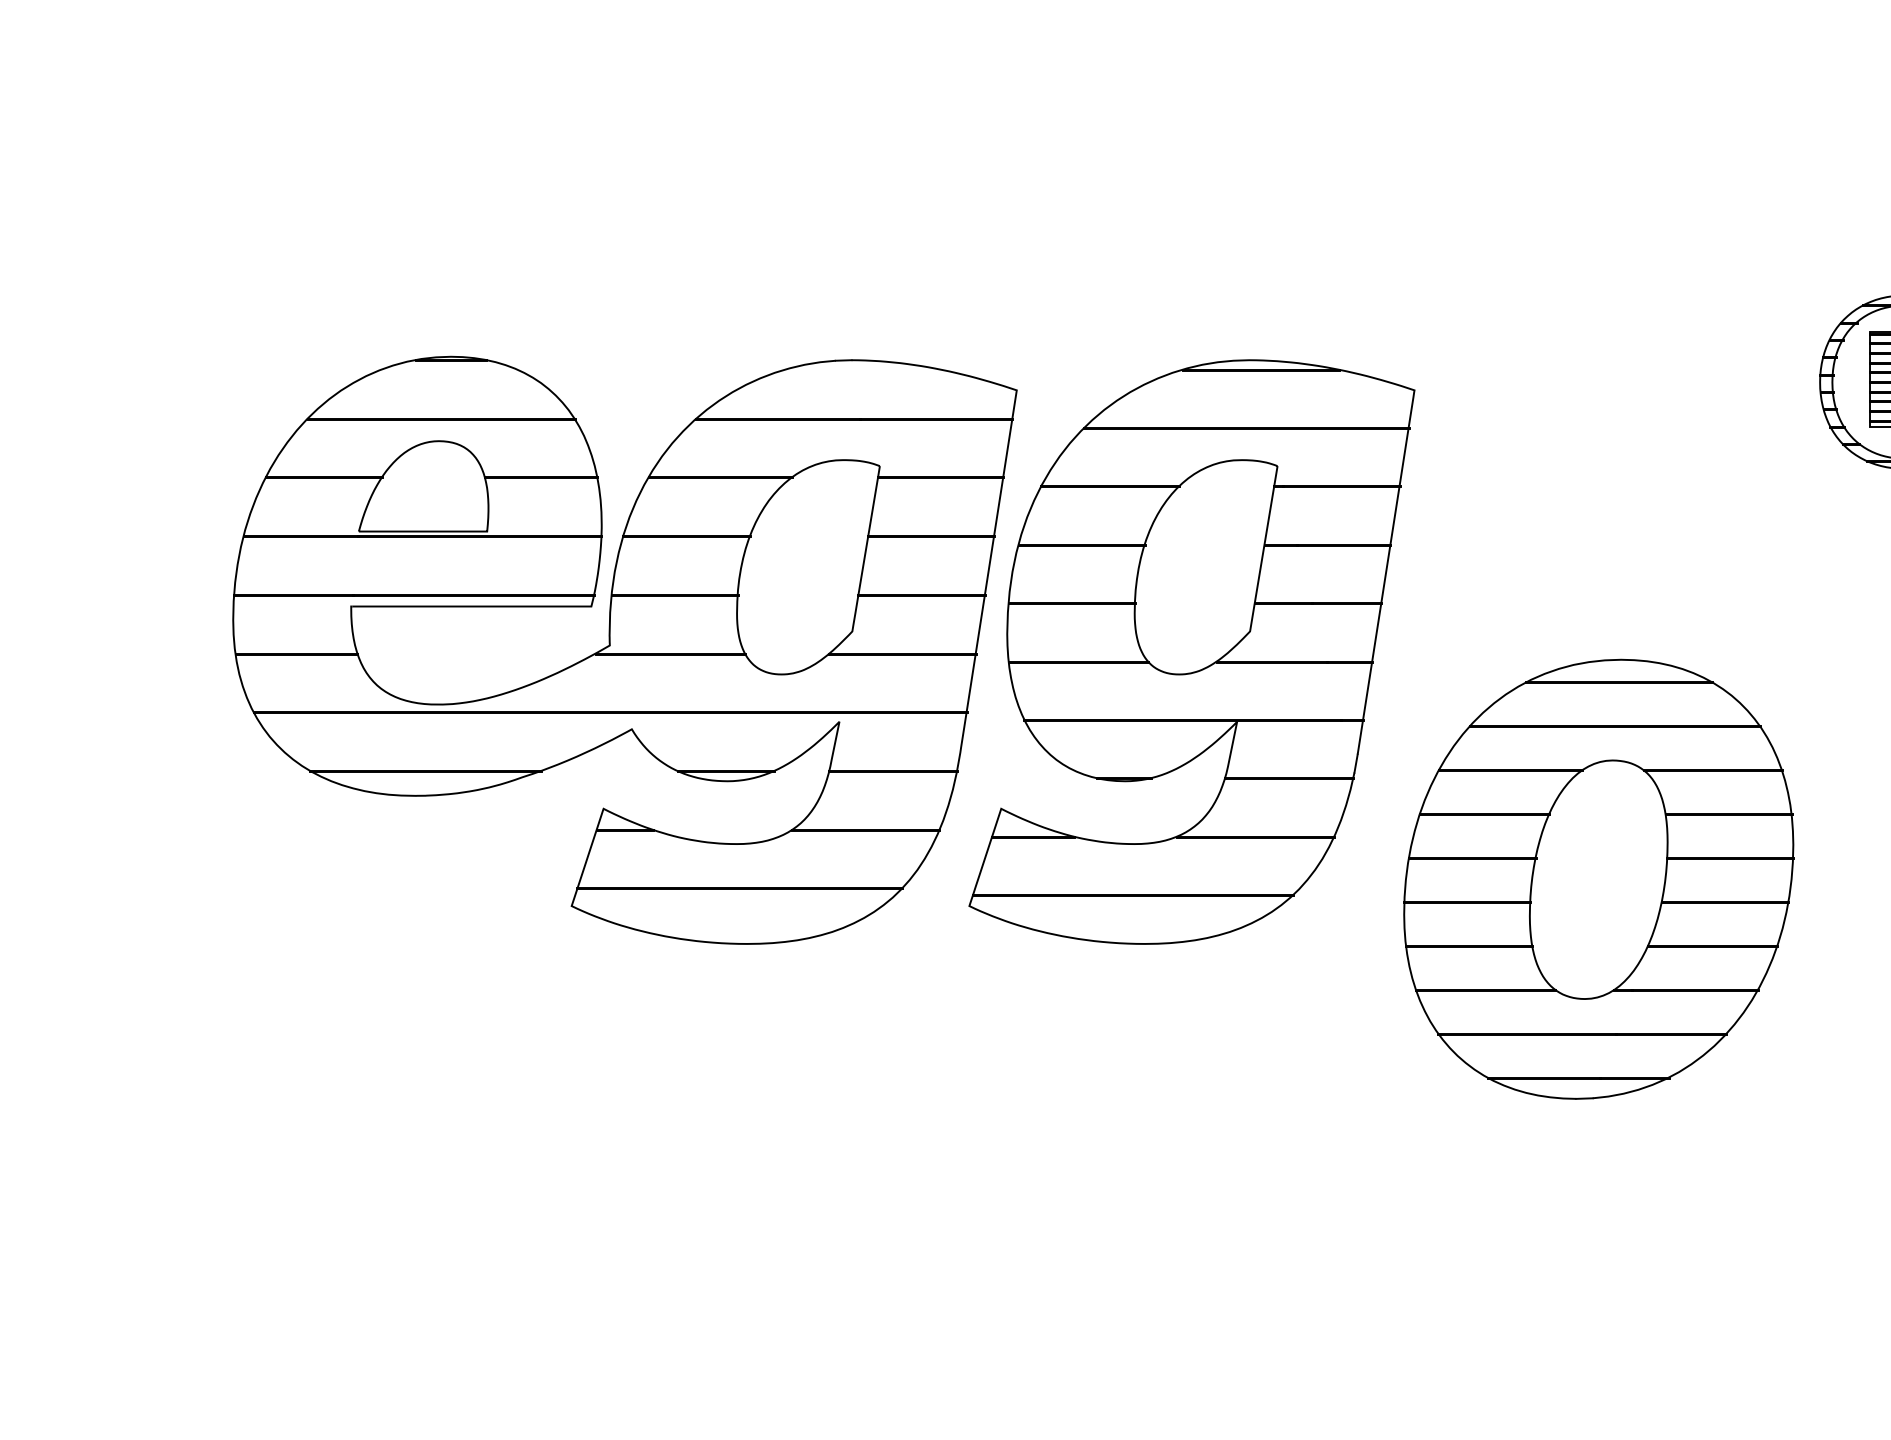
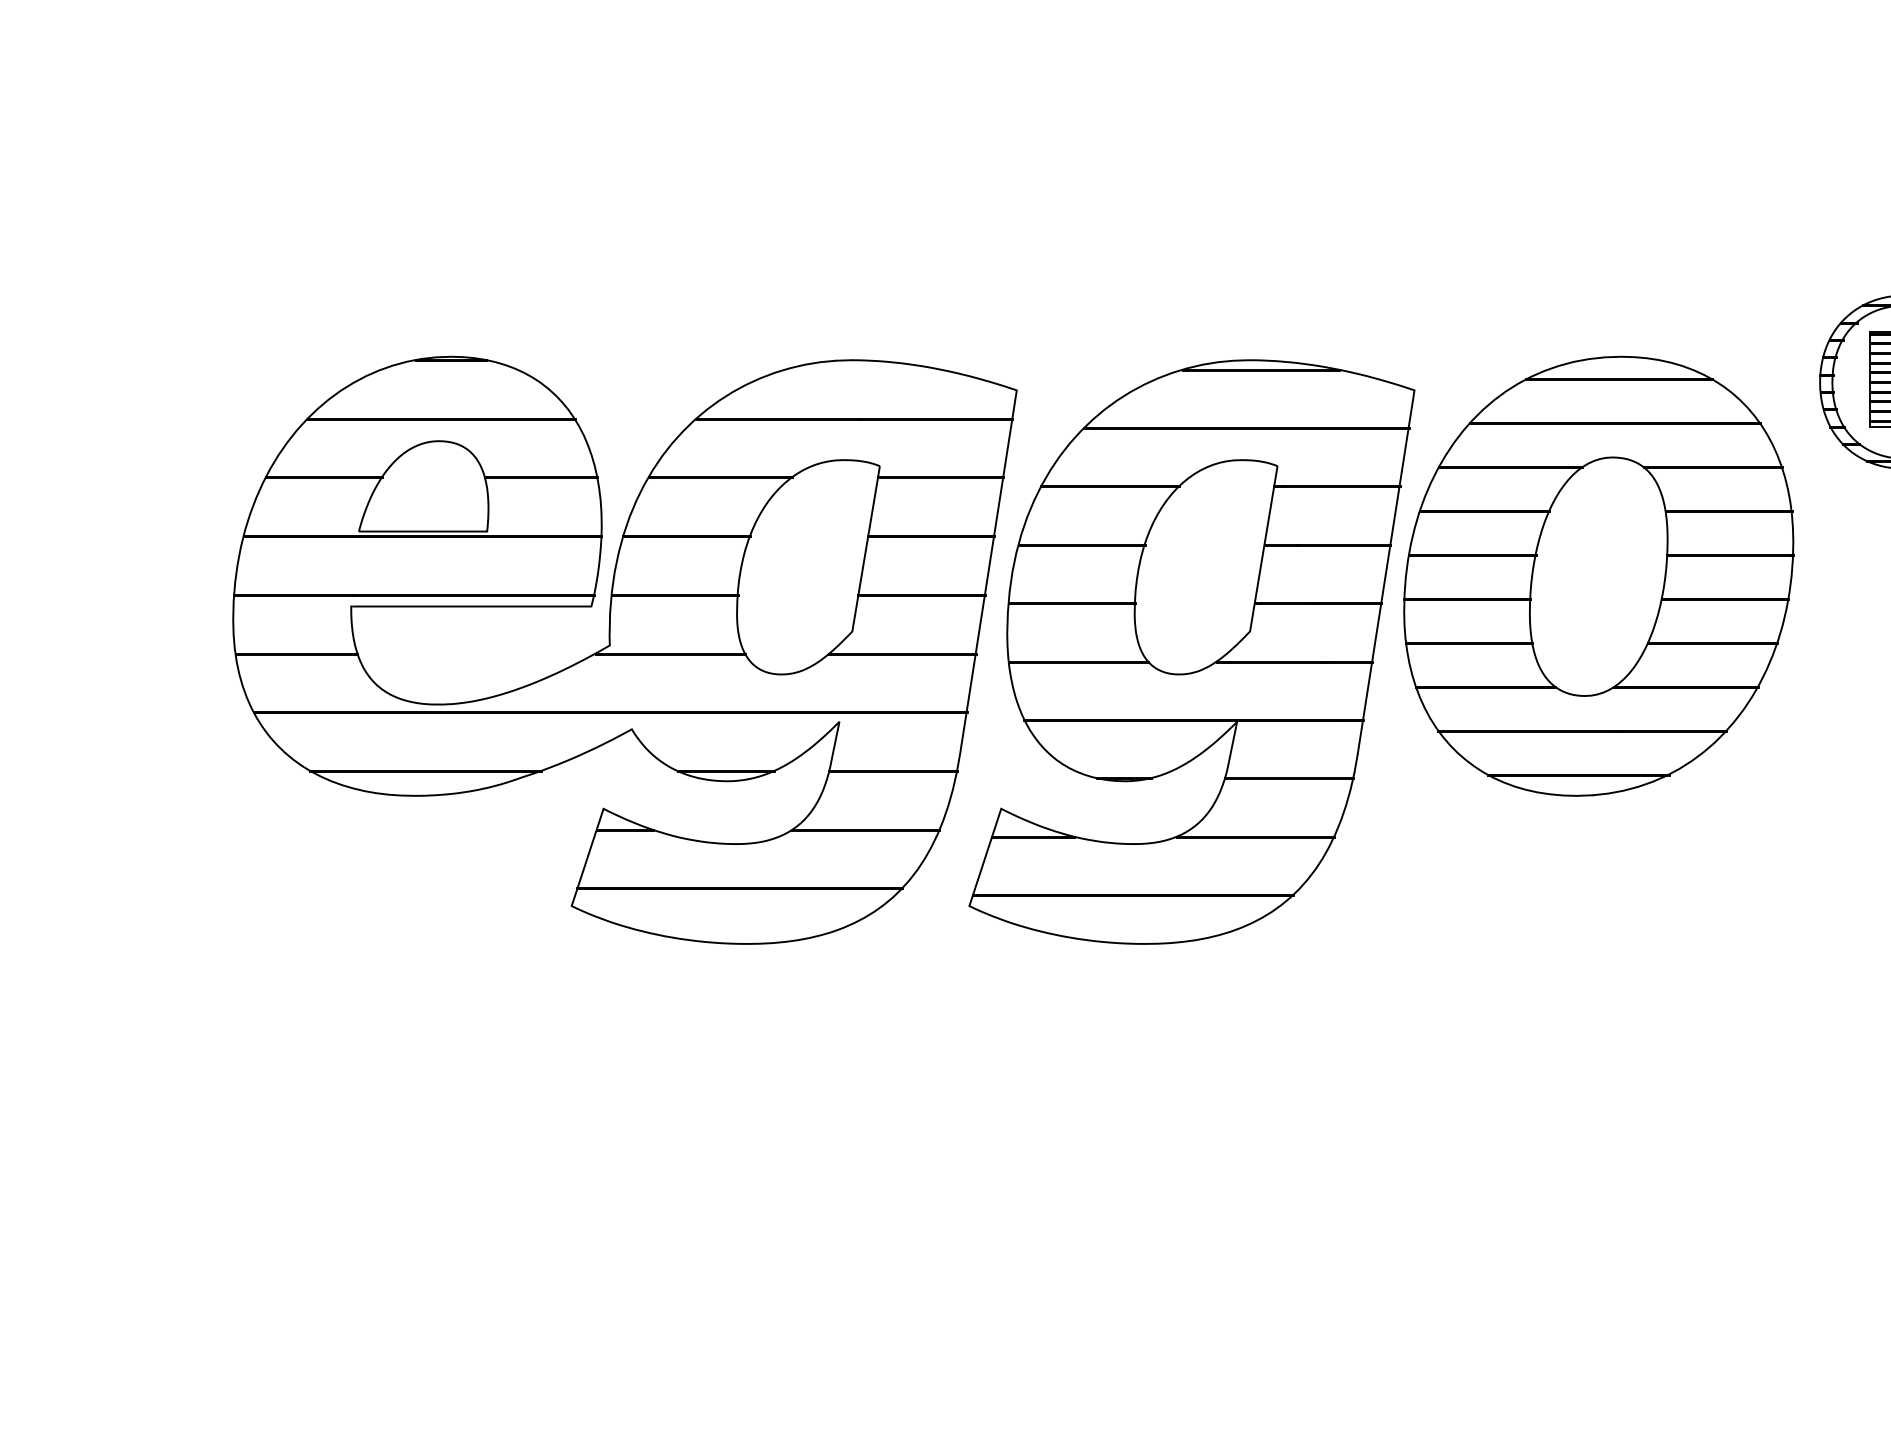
part at (1598, 878) position: (1598, 878) -> (1598, 575)
